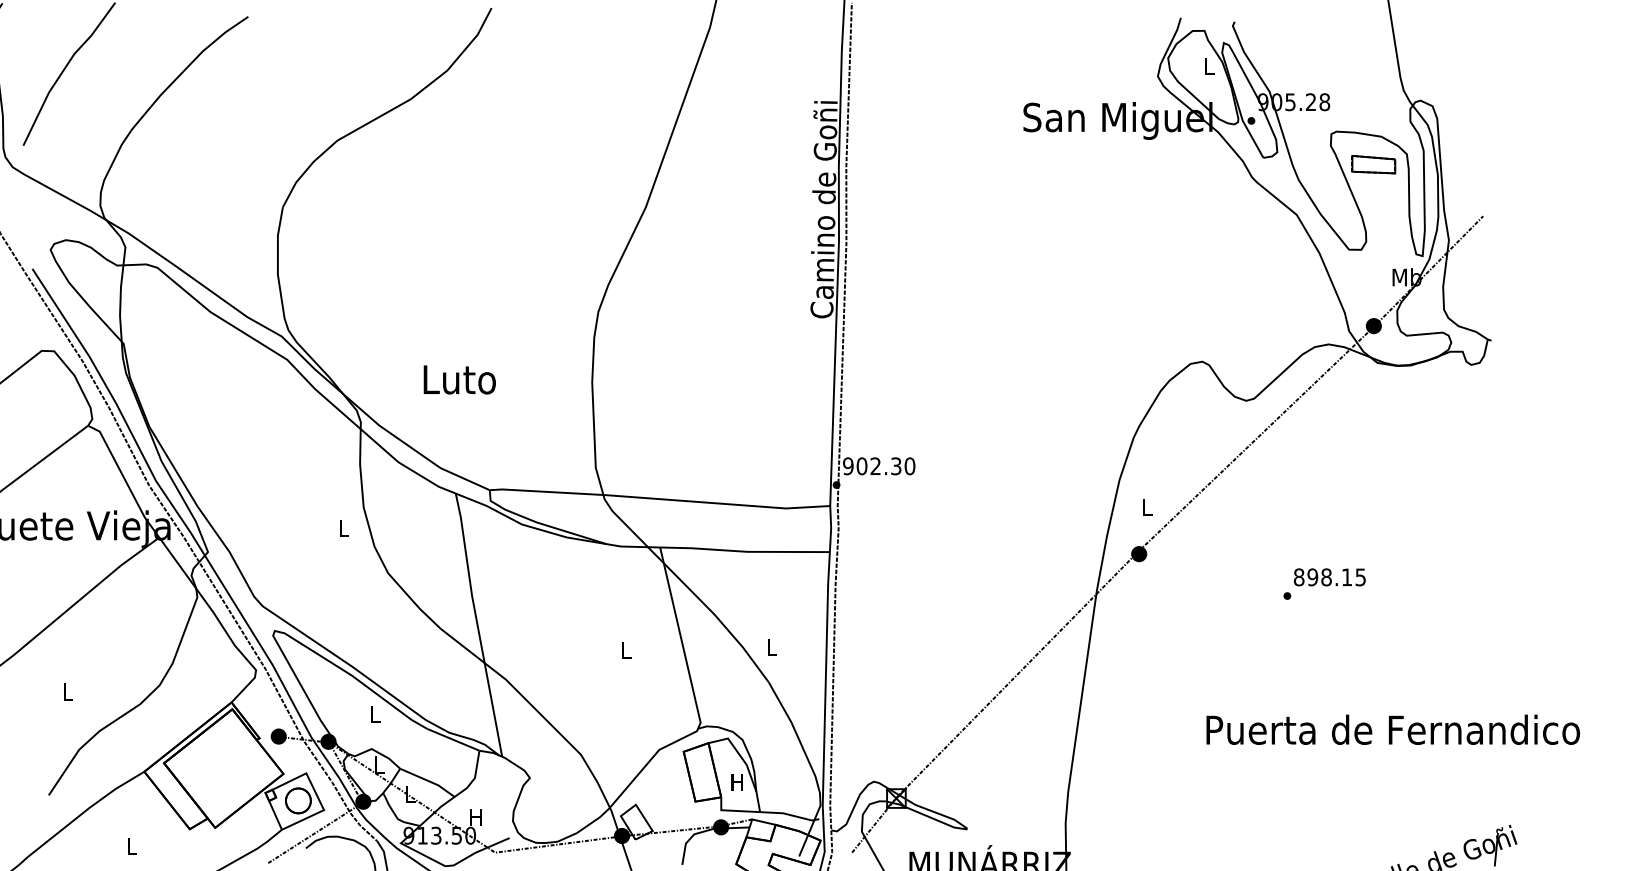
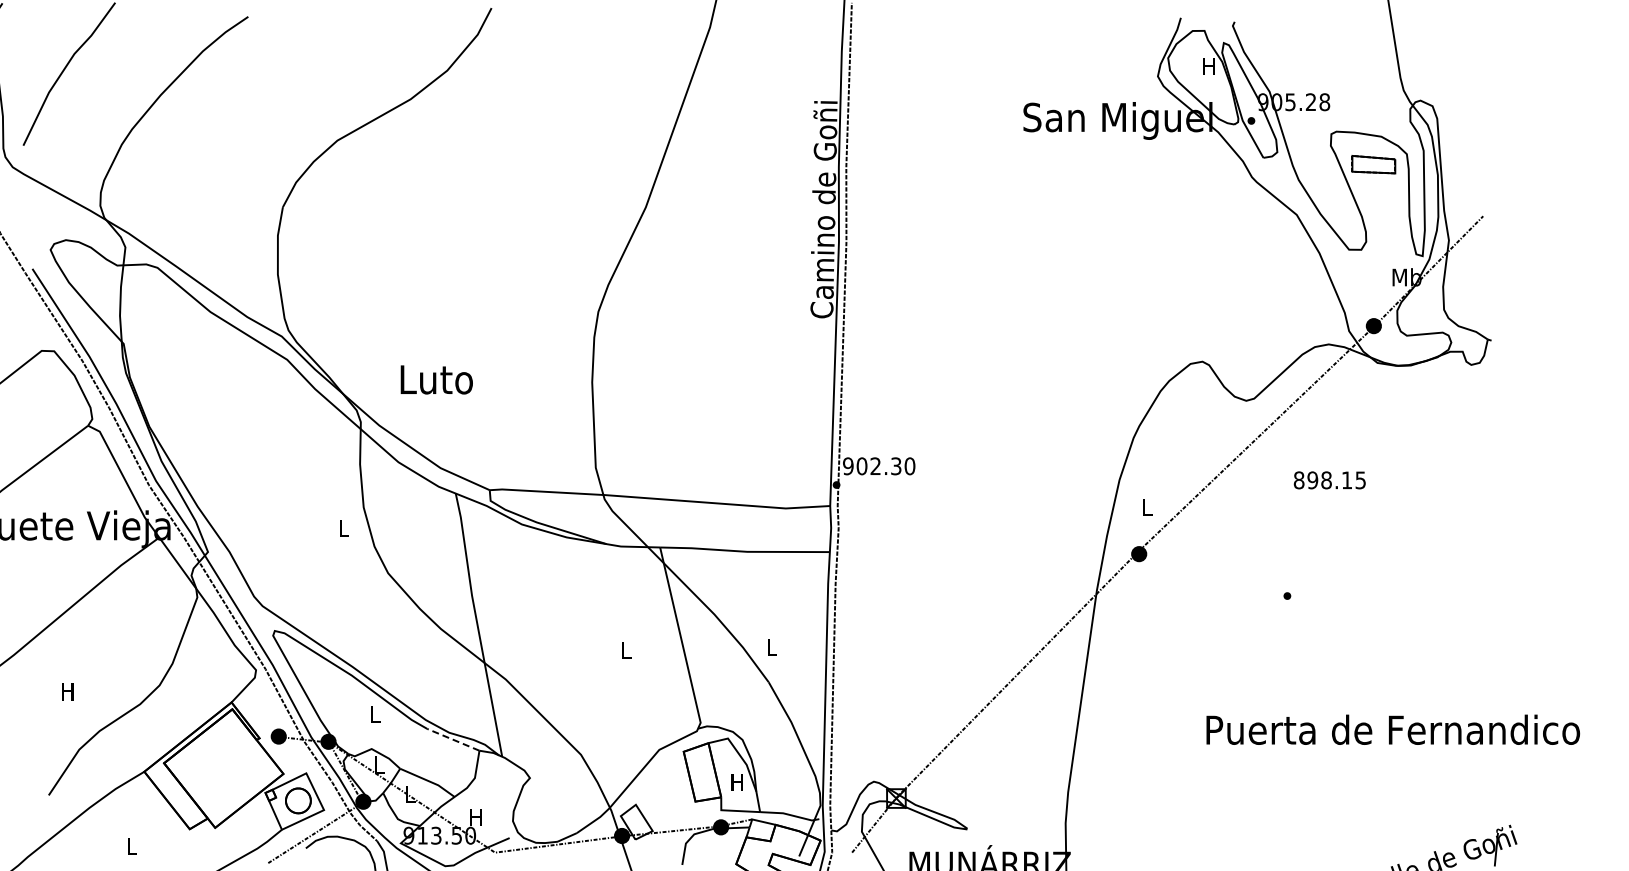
text at (1208, 66): L -> H
text at (459, 379) position: (459, 379) -> (436, 379)
text at (1329, 577) position: (1329, 577) -> (1329, 480)
text at (67, 691): L -> H
line at (452, 739): solid -> dashed
